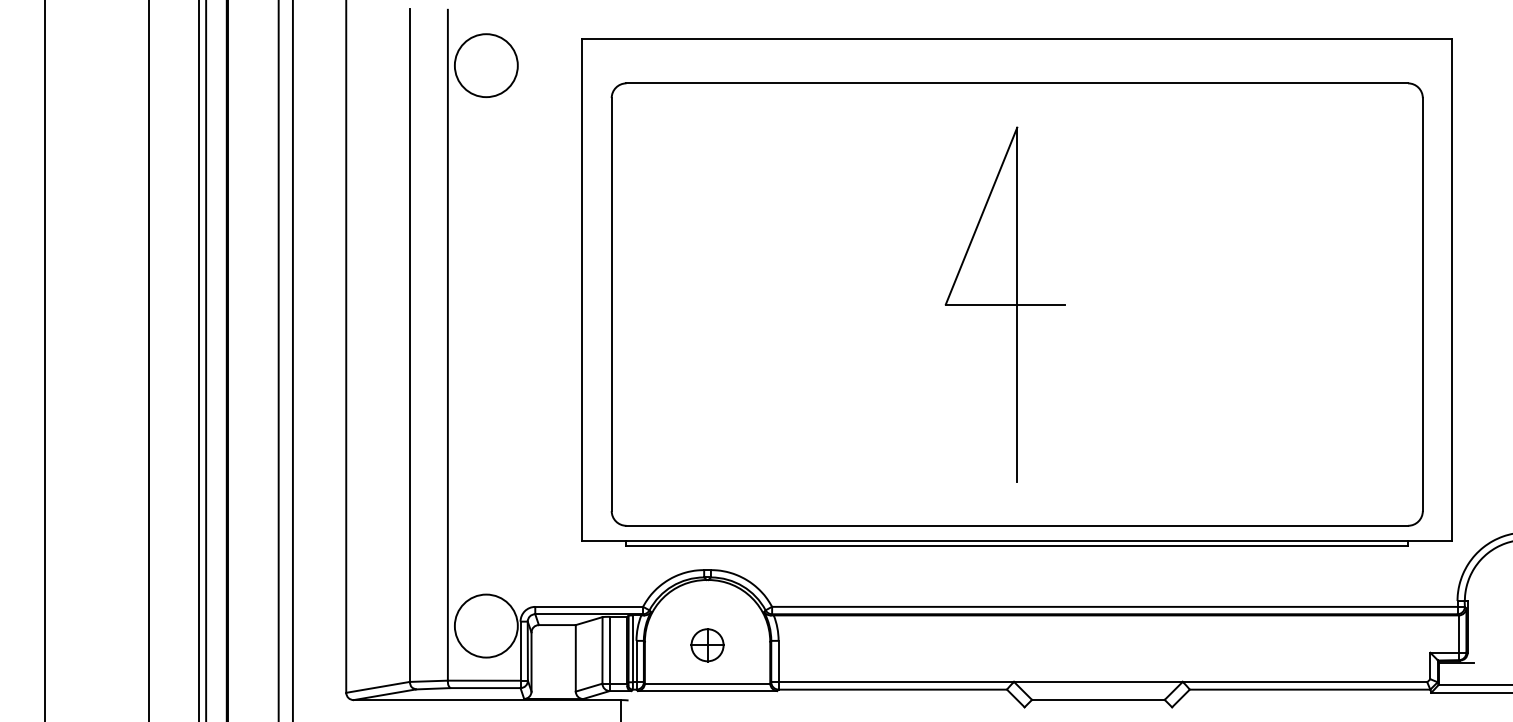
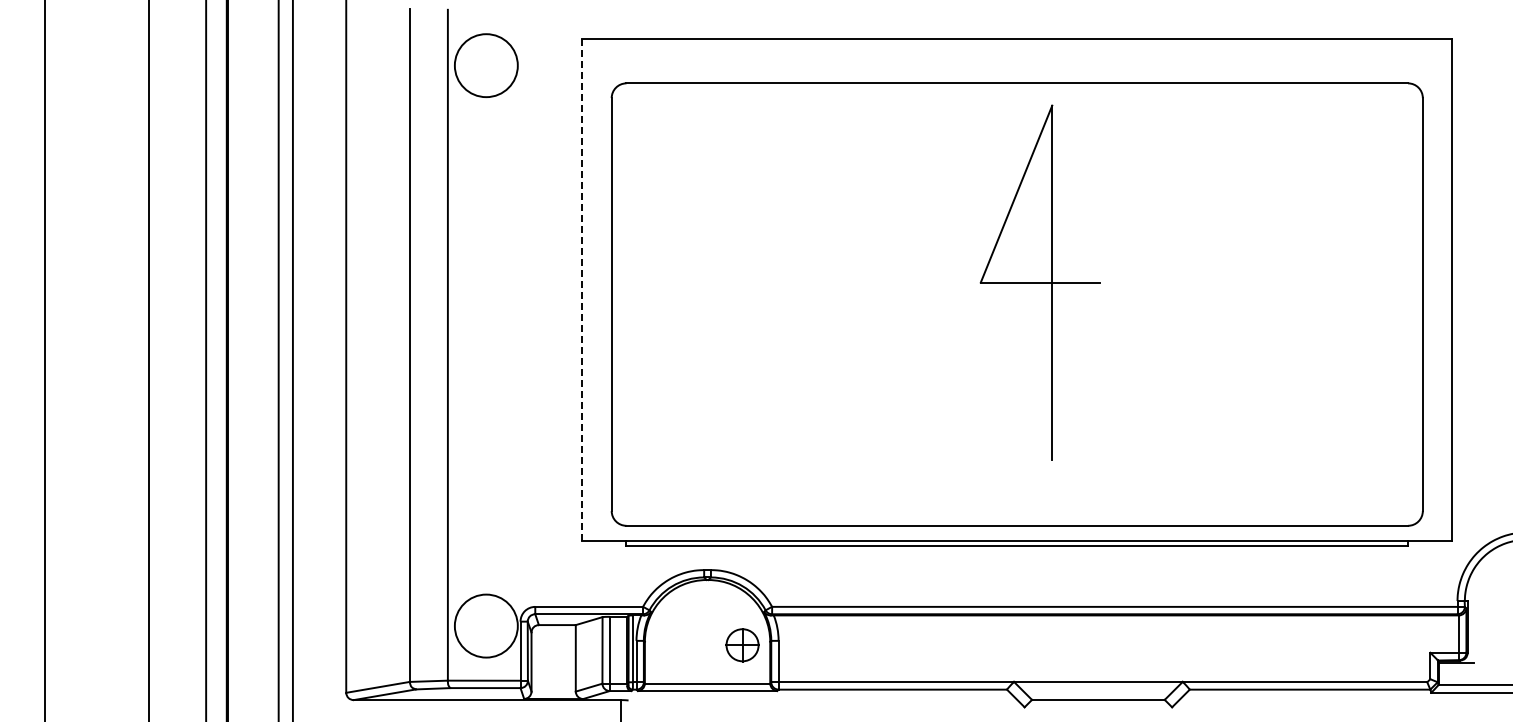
line at (582, 289): solid -> dashed
part at (1004, 304) position: (1004, 304) -> (1039, 282)
line at (198, 360): present -> none
part at (707, 645) position: (707, 645) -> (742, 645)
